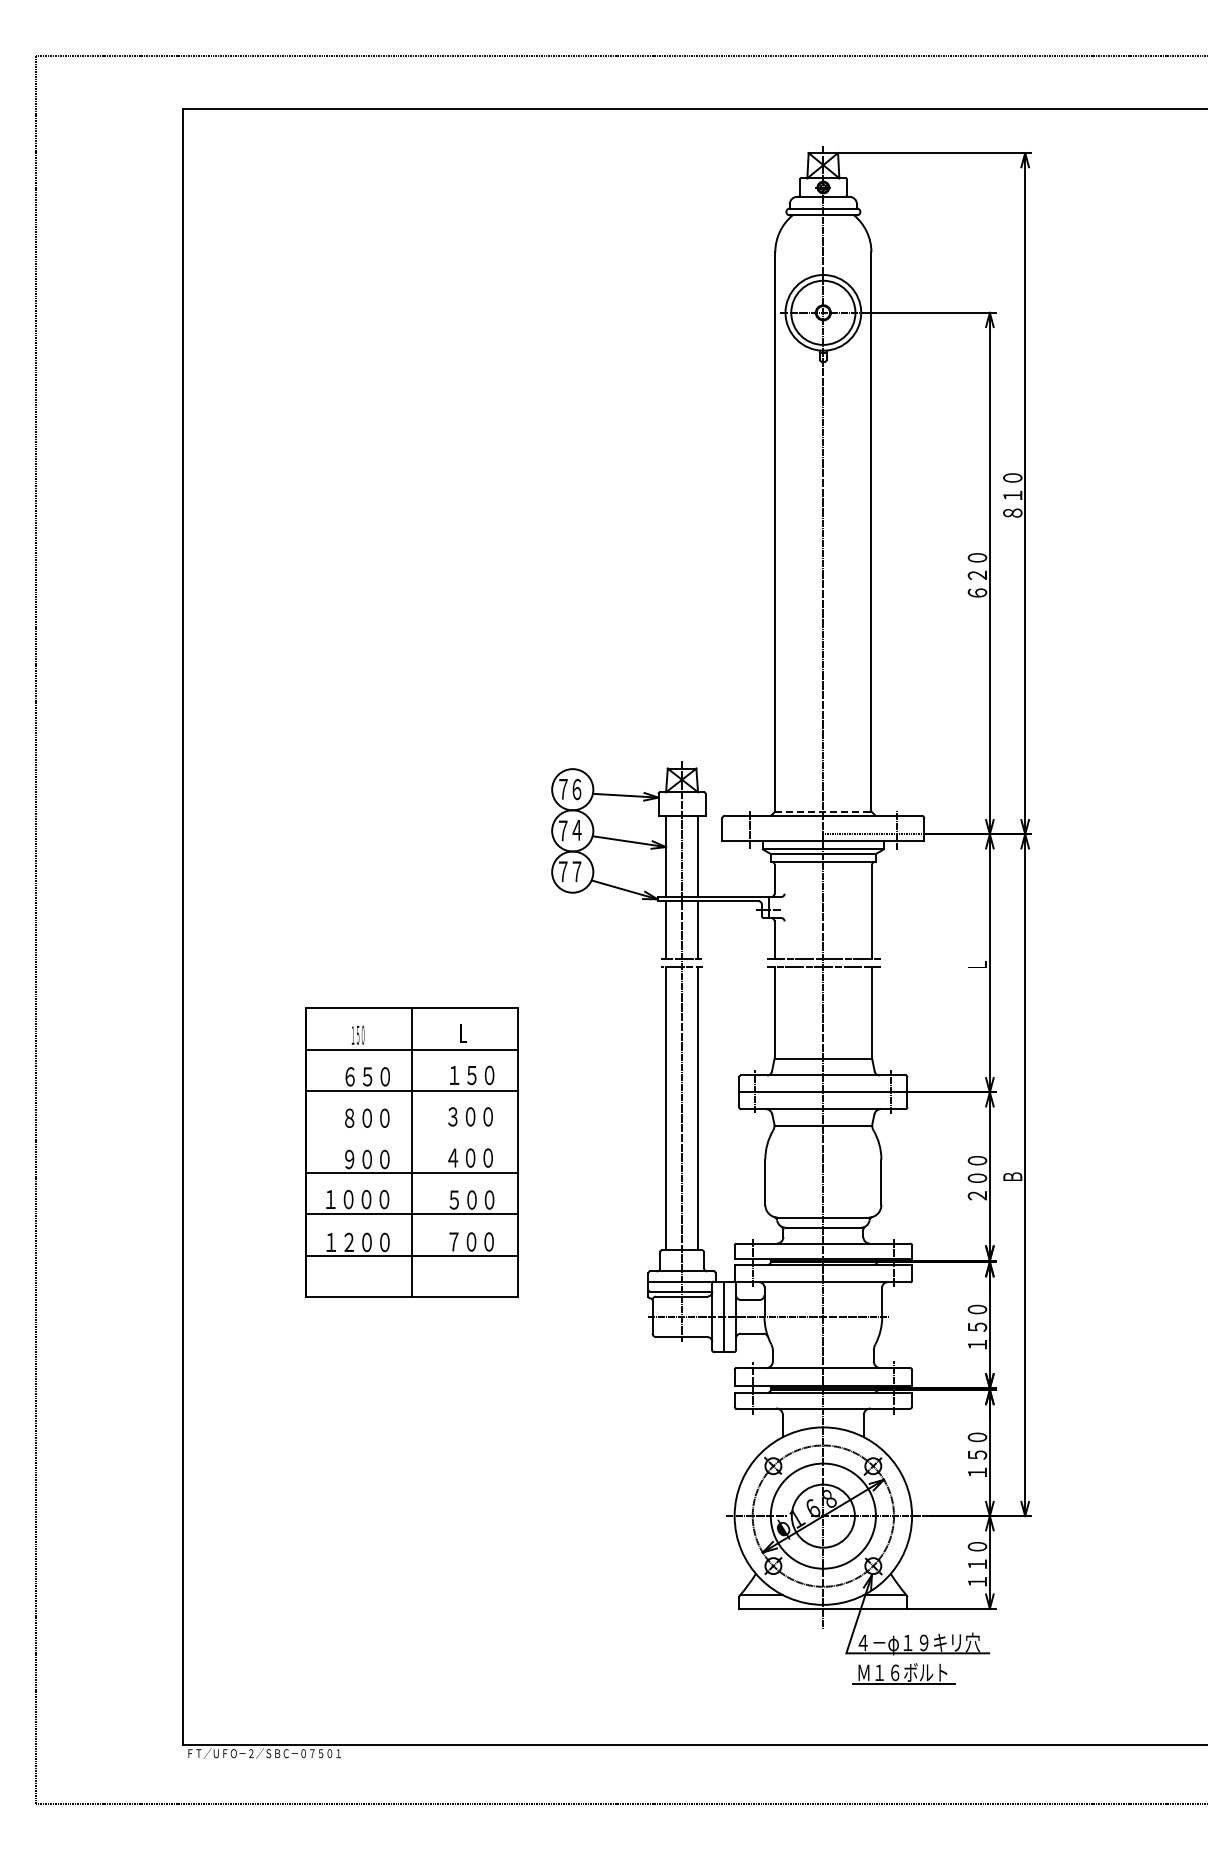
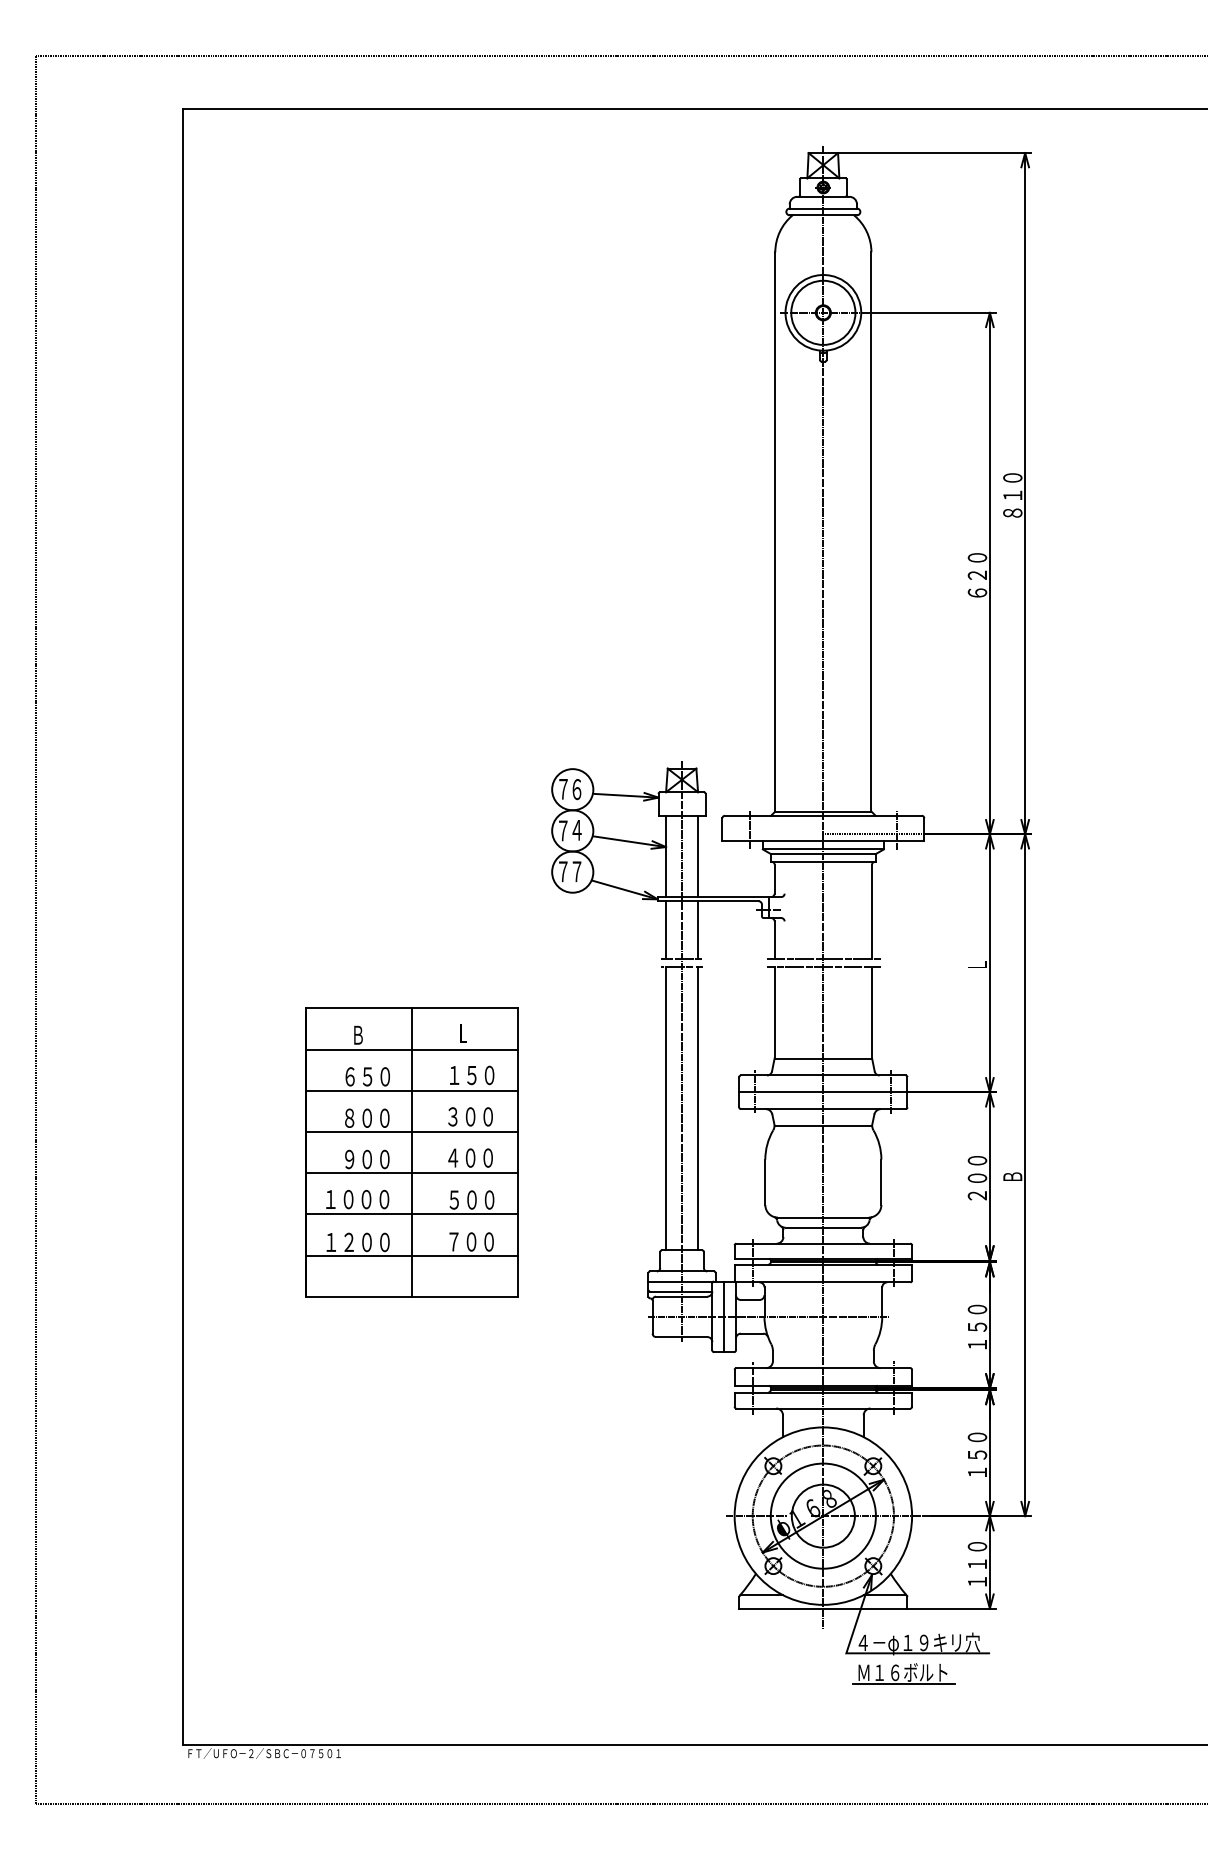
line at (823, 811): dashed -> solid
text at (357, 1034): １５０ -> Ｂ
line at (412, 1132): none -> present
